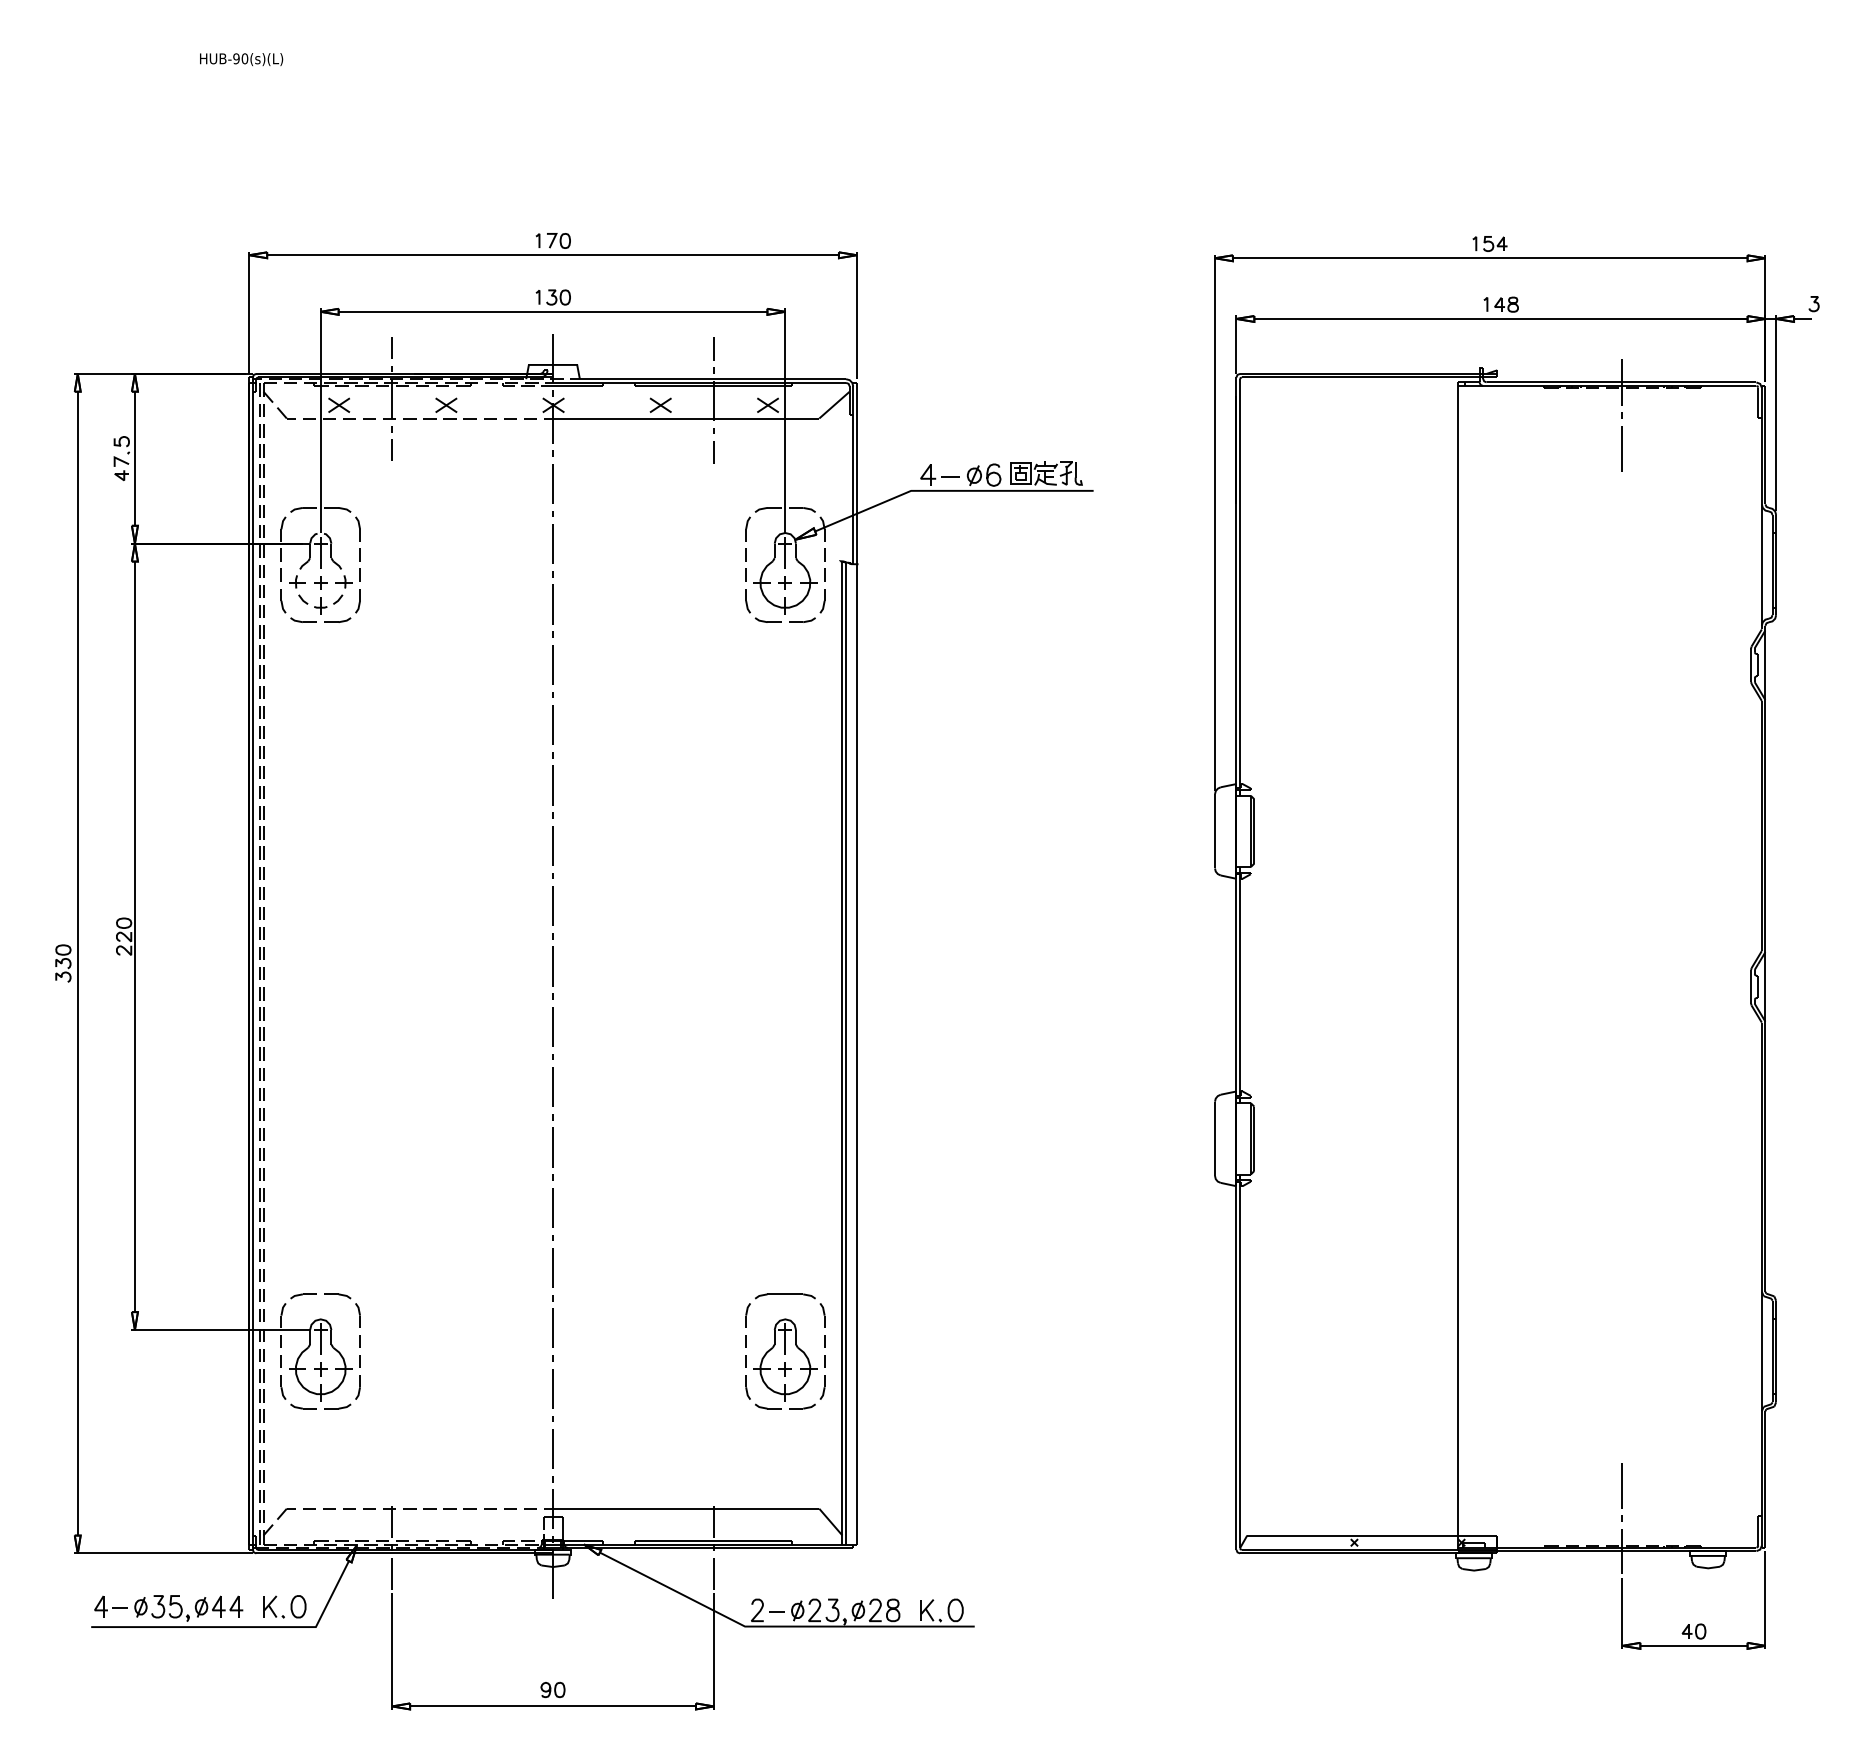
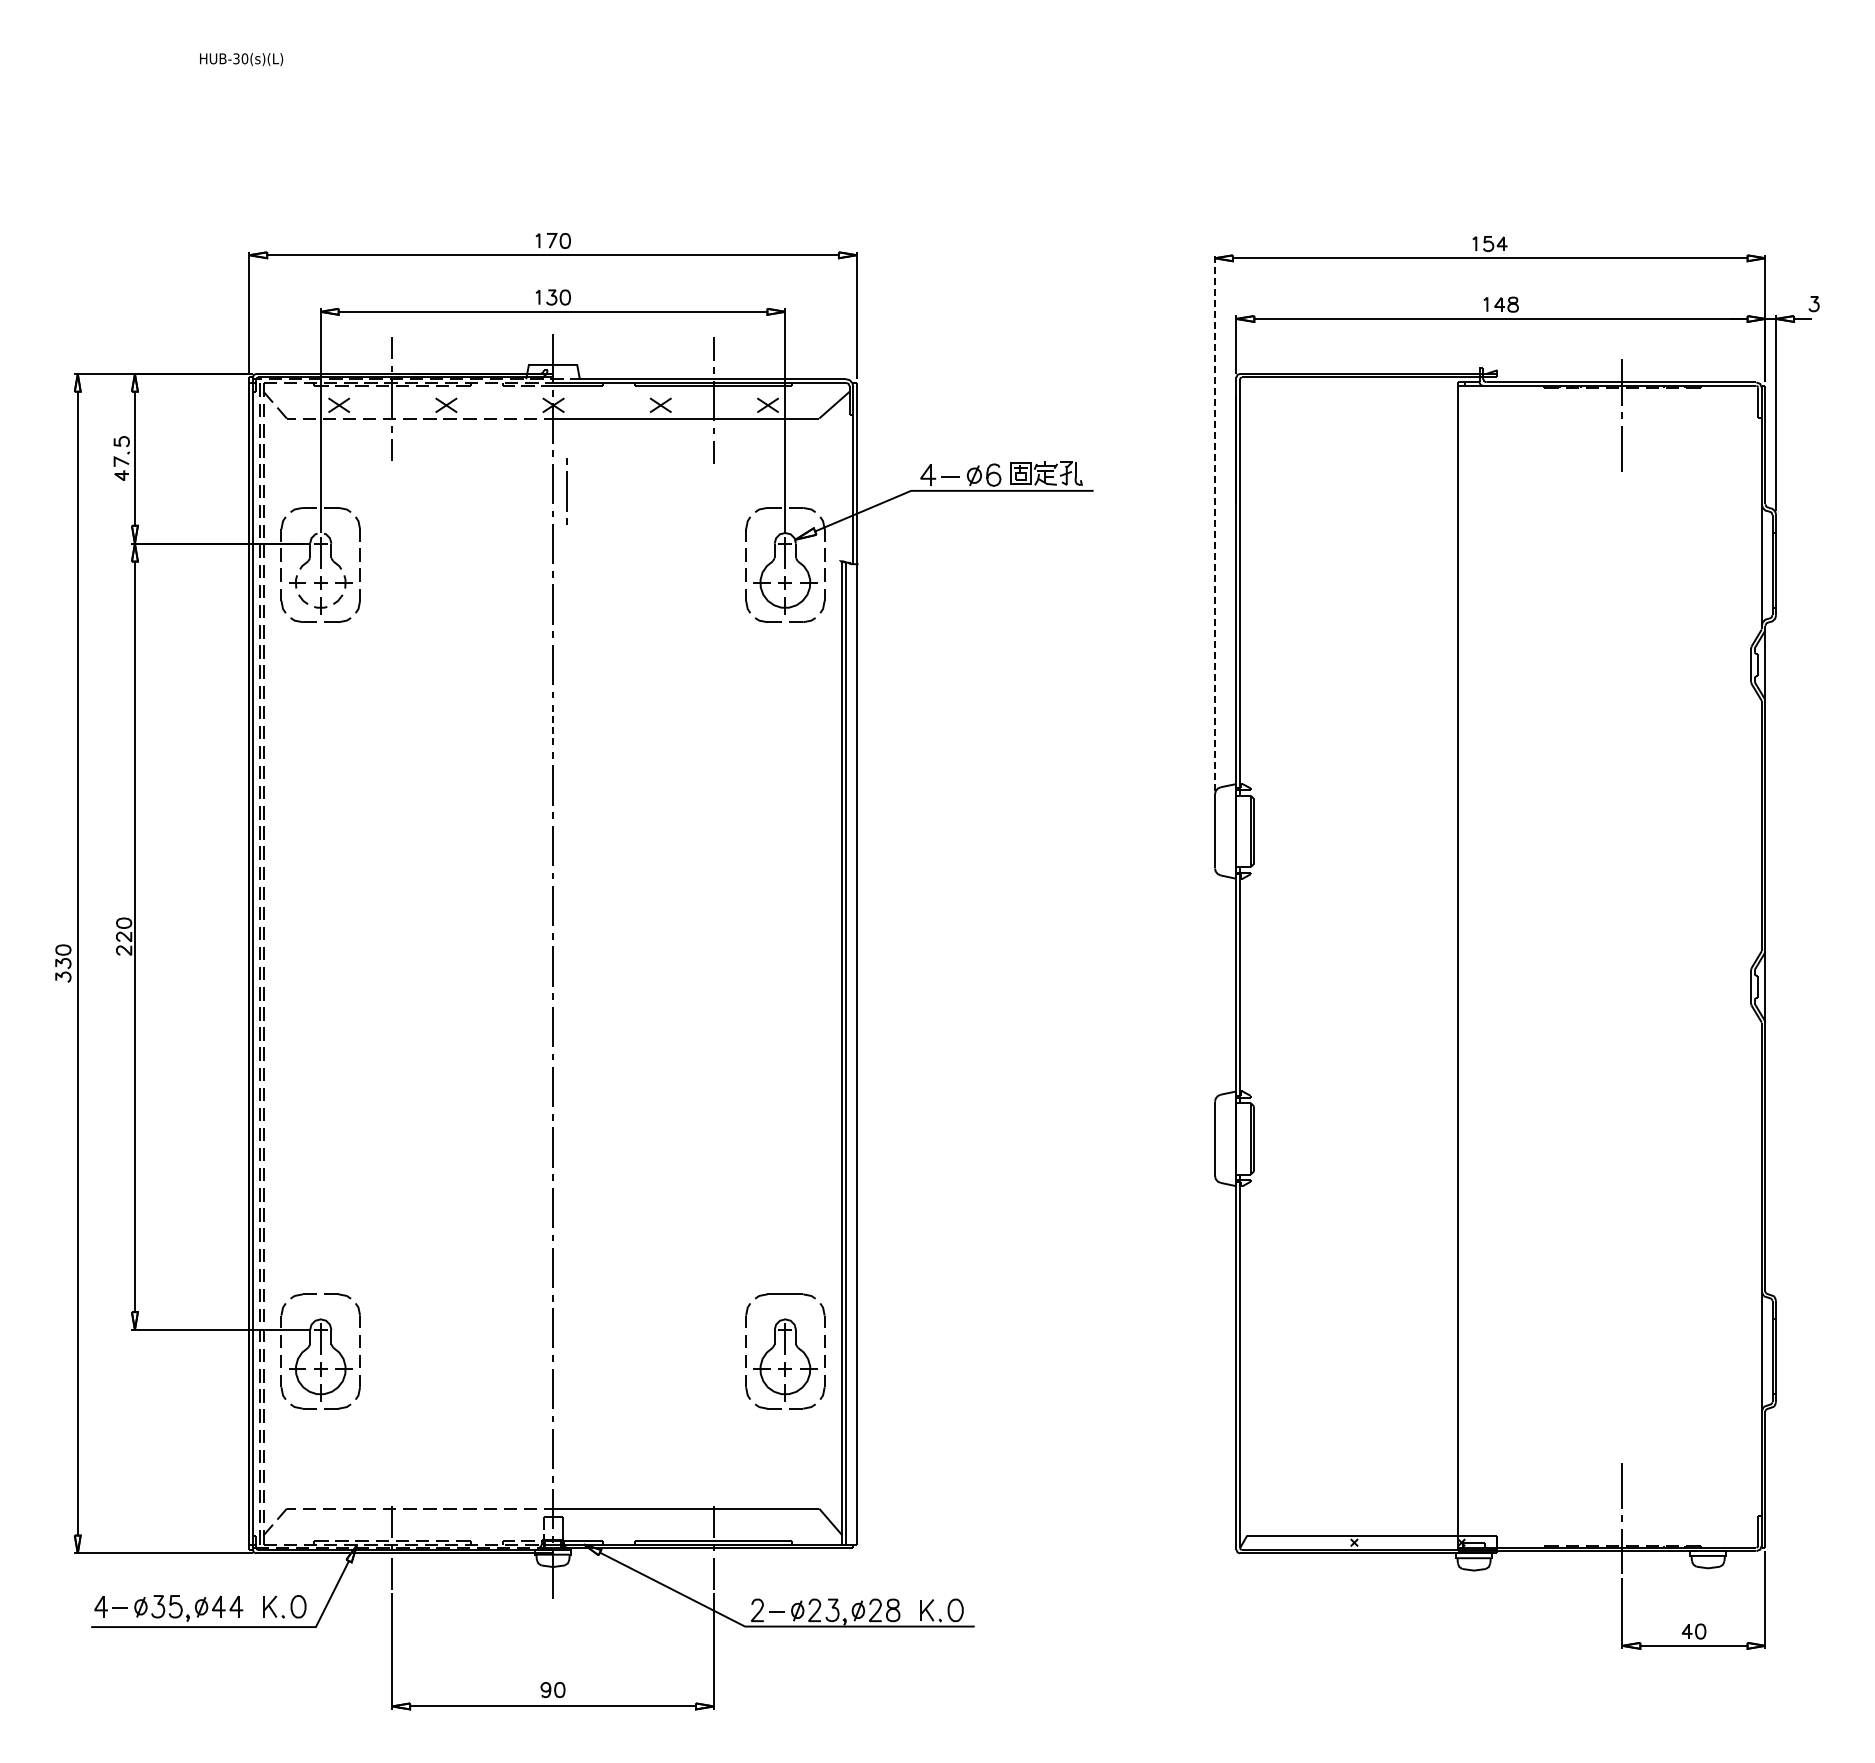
text at (236, 58): HUB-90(s)(L) -> HUB-30(s)(L)
line at (566, 491): none -> present
line at (1215, 522): solid -> dashed
line at (553, 724): solid -> dashed
